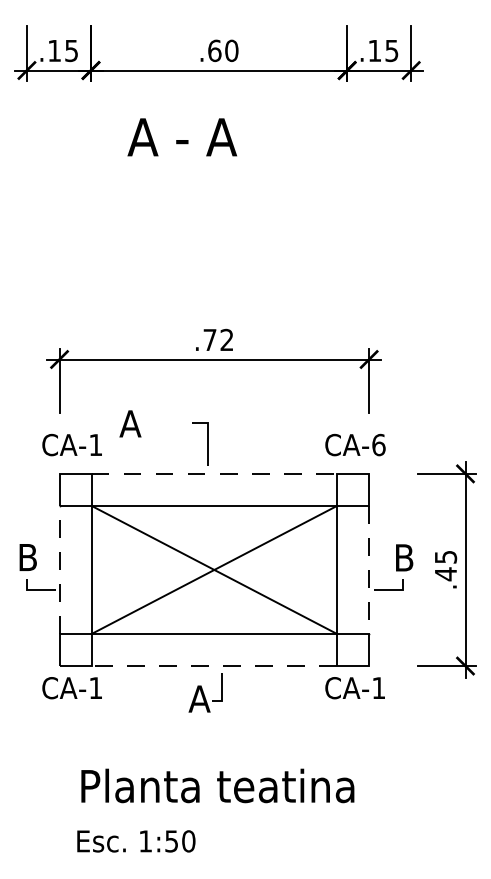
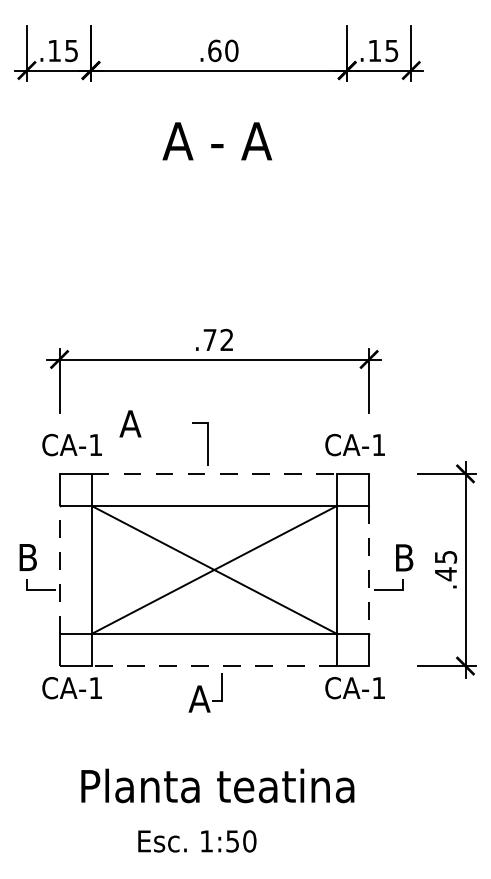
text at (181, 137) position: (181, 137) -> (216, 141)
text at (378, 444): CA-6 -> CA-1
text at (136, 841) position: (136, 841) -> (197, 841)
